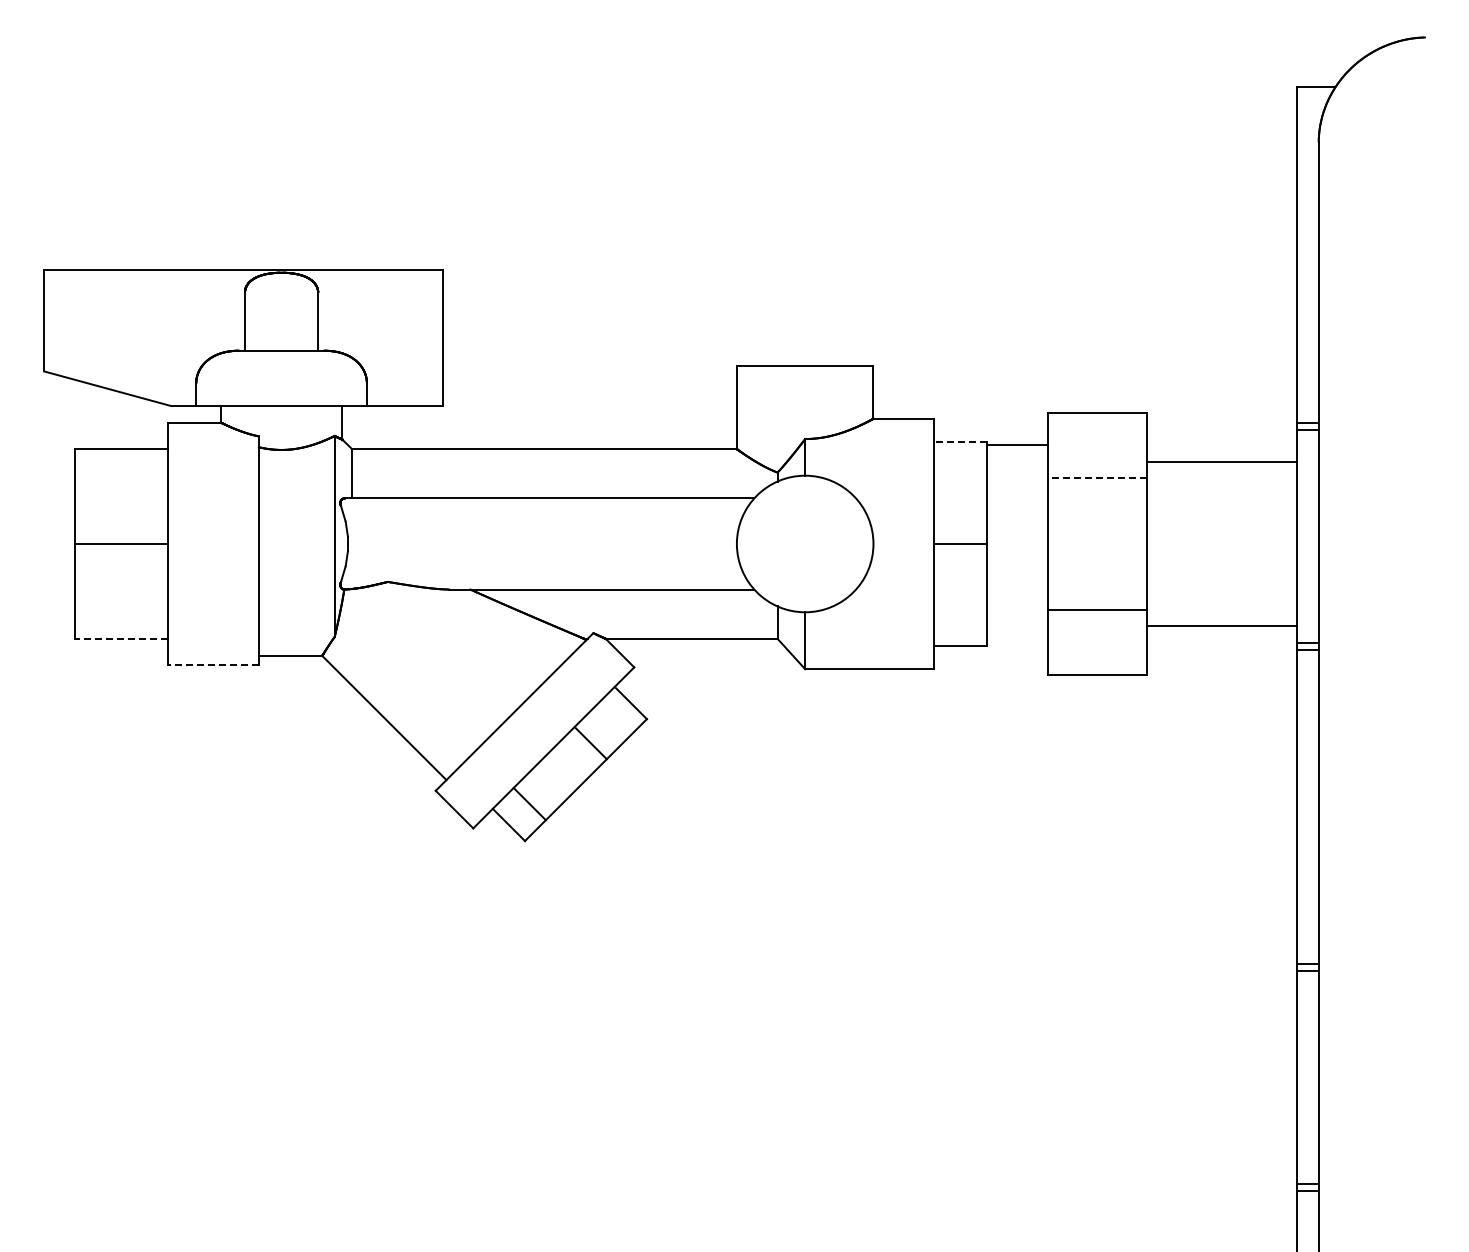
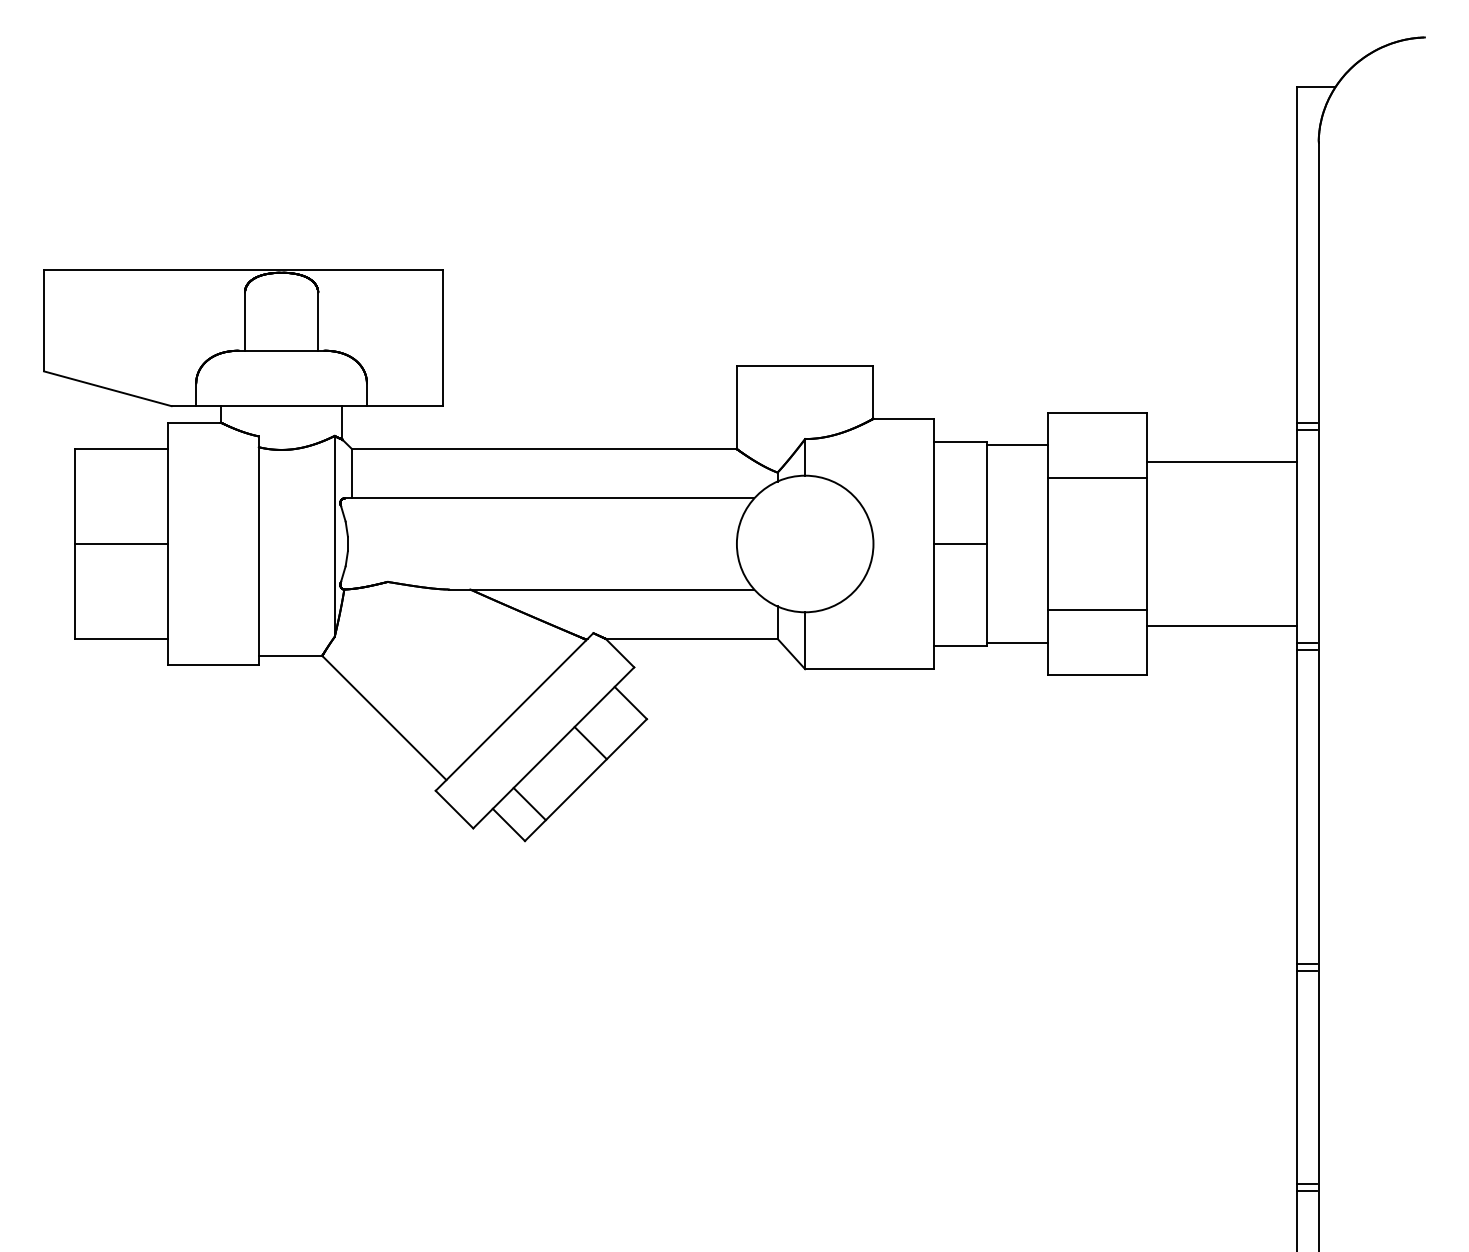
line at (960, 441): dashed -> solid
line at (1096, 478): dashed -> solid
line at (120, 638): dashed -> solid
line at (1017, 642): none -> present
line at (213, 665): dashed -> solid
